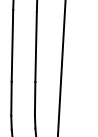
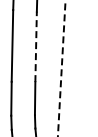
line at (36, 46): solid -> dashed
line at (61, 68): solid -> dashed
